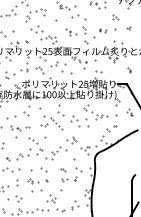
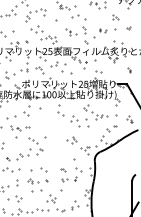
part at (129, 112) position: (129, 112) -> (129, 119)
part at (51, 122): present -> none
part at (56, 153): present -> none
